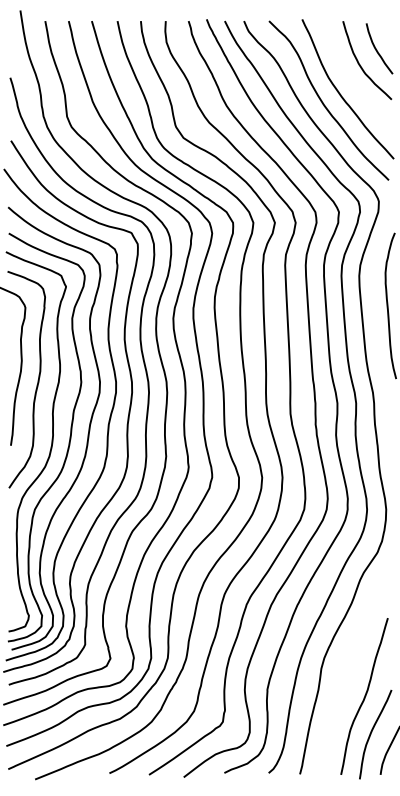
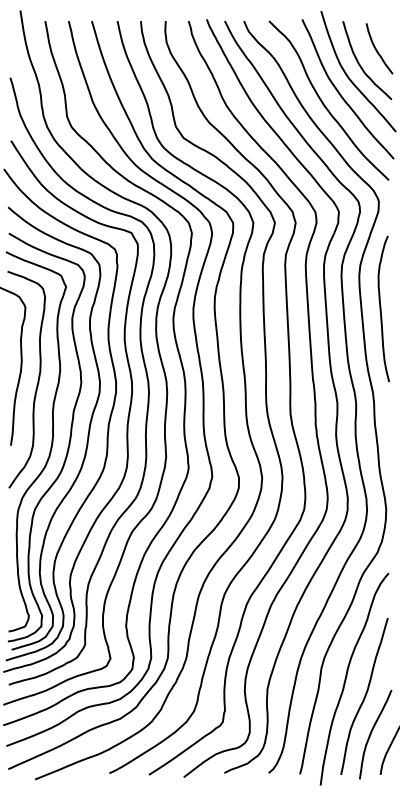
curve at (350, 78): none -> present
curve at (388, 305) position: (388, 305) -> (381, 308)
curve at (347, 676): none -> present
